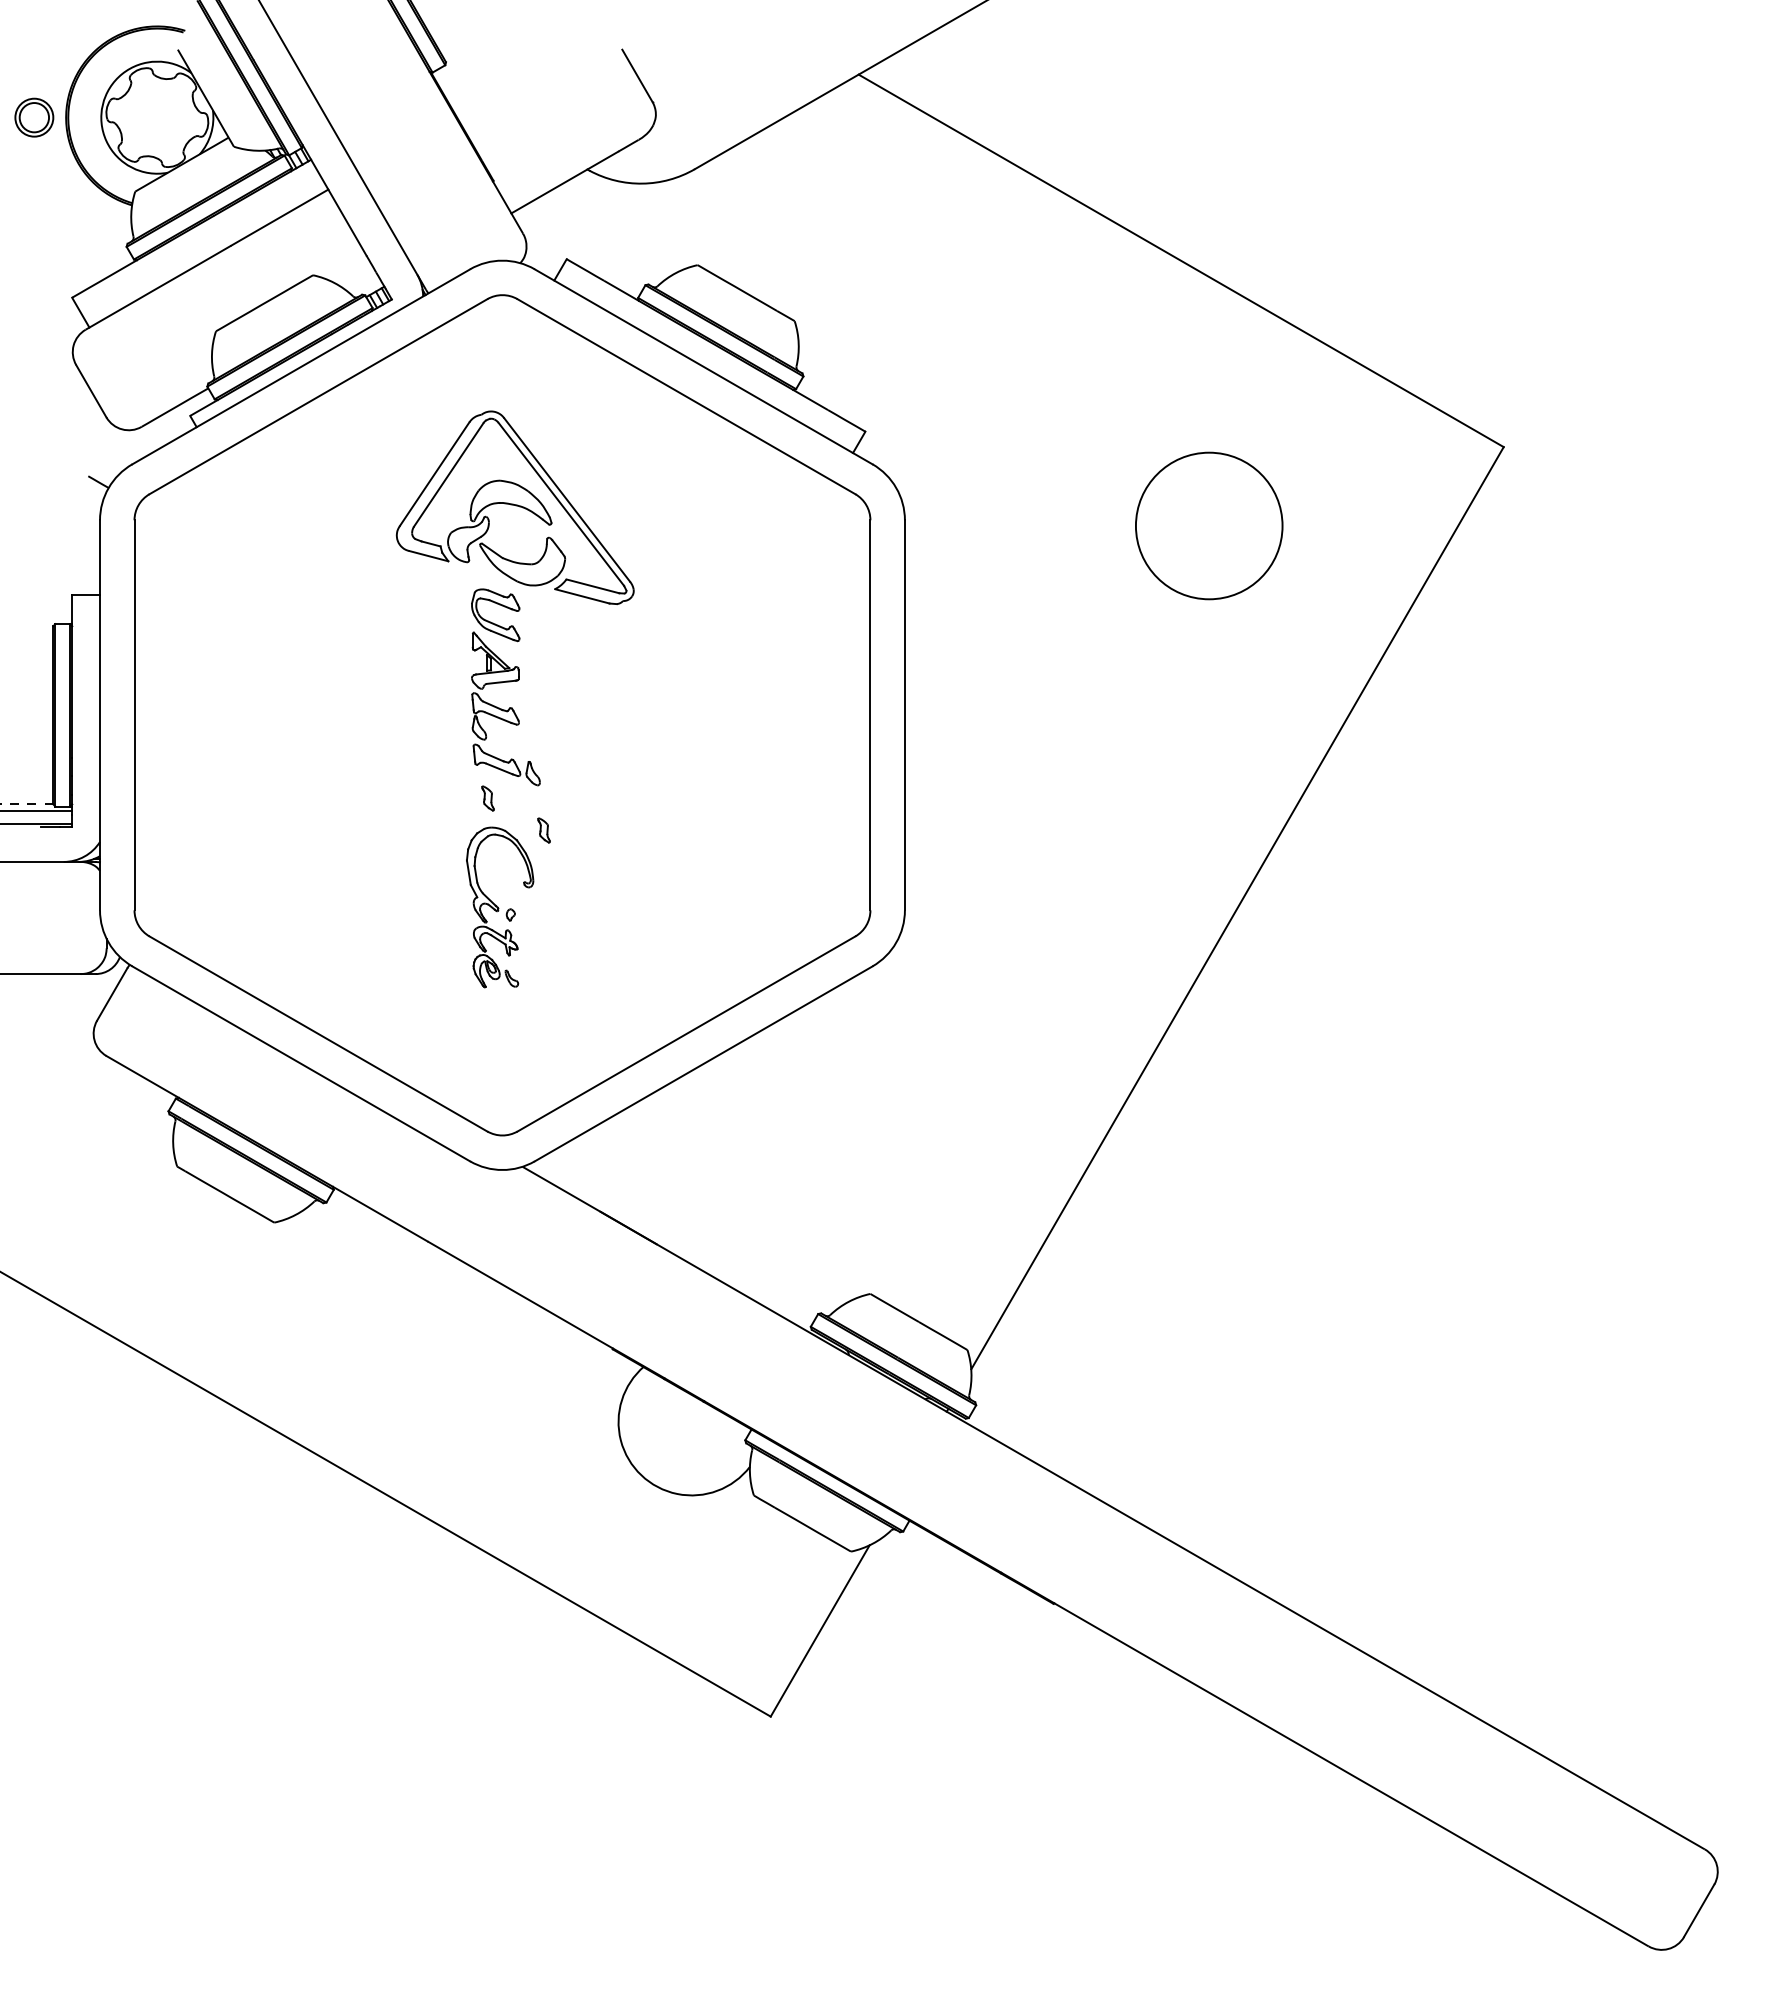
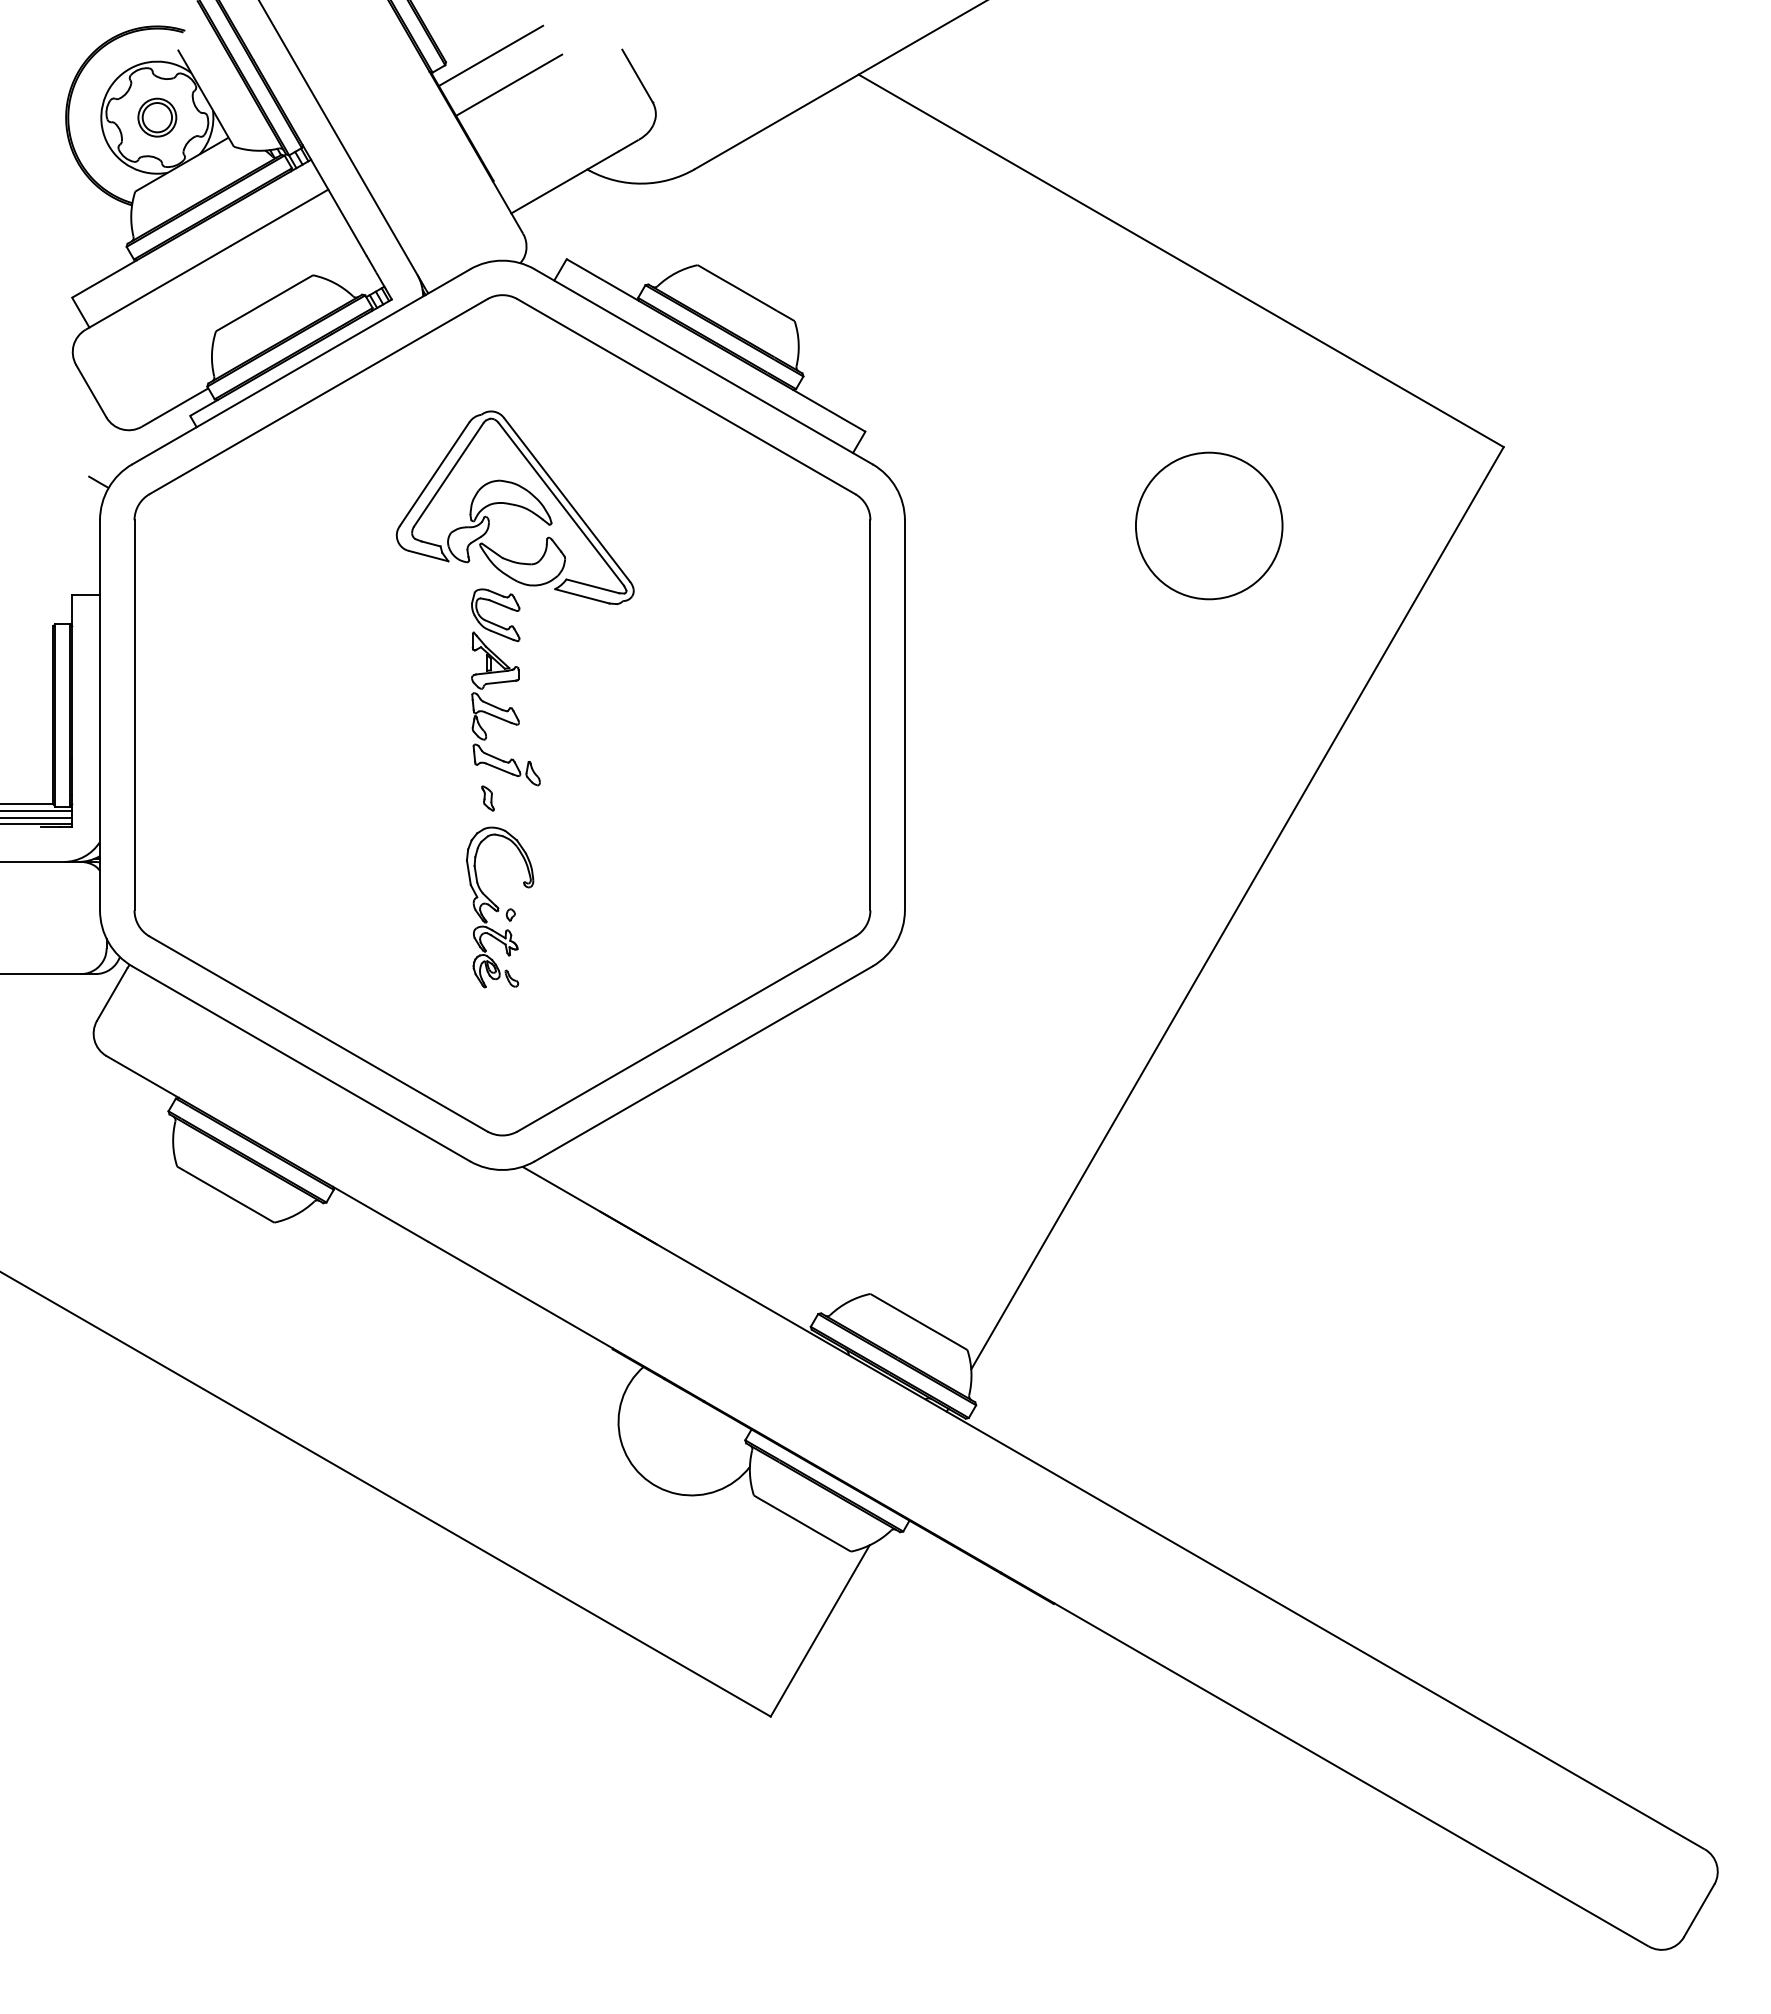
line at (490, 55): none -> present
line at (509, 84): none -> present
part at (34, 117) position: (34, 117) -> (157, 117)
line at (26, 803): dashed -> solid
line at (37, 817): none -> present
part at (543, 830): present -> none
